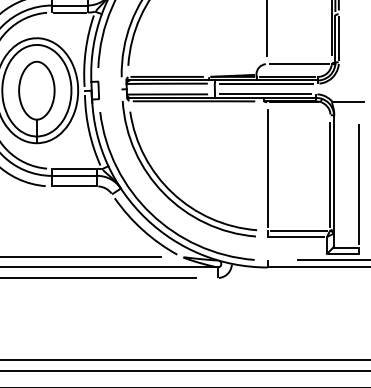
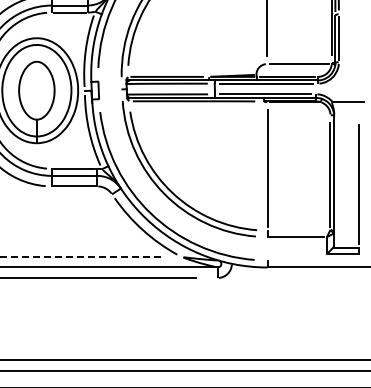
line at (298, 230): present -> none
line at (80, 256): solid -> dashed
line at (332, 260): present -> none
